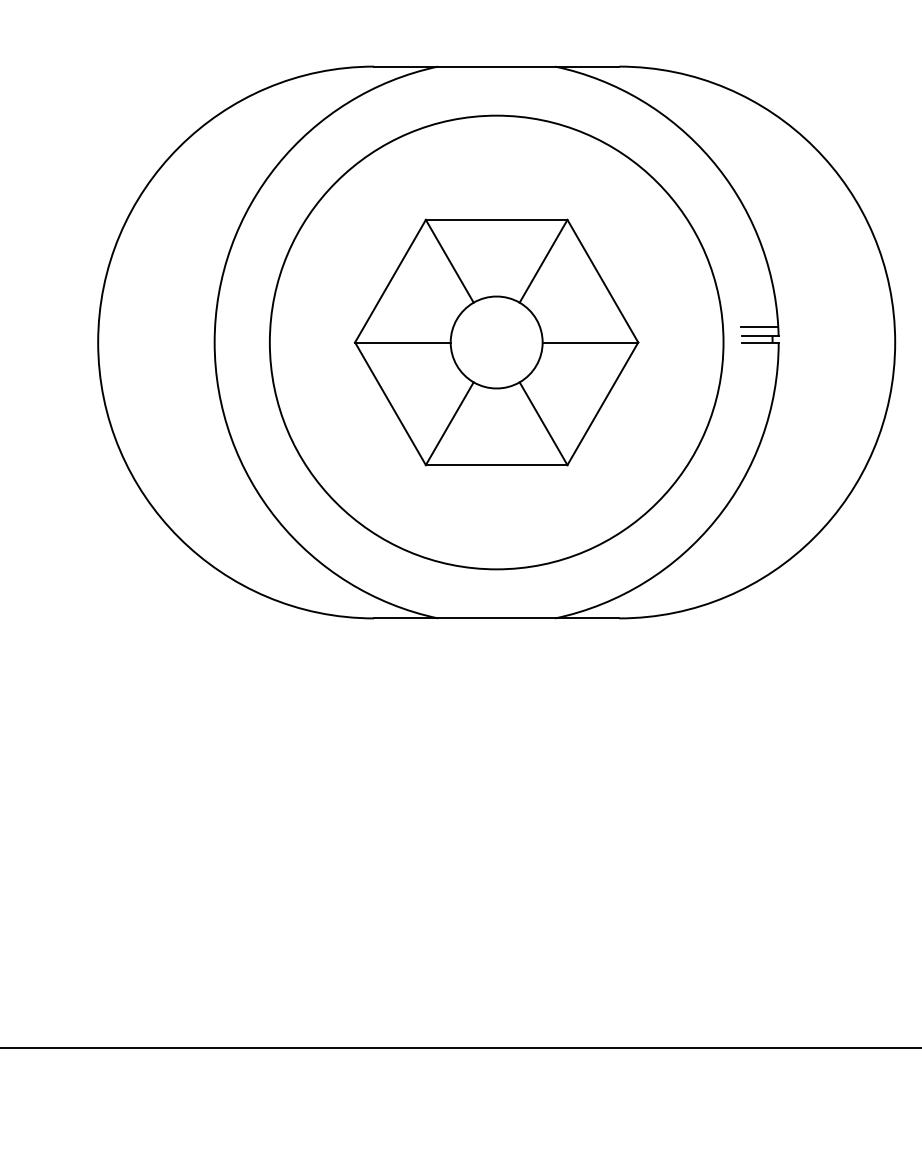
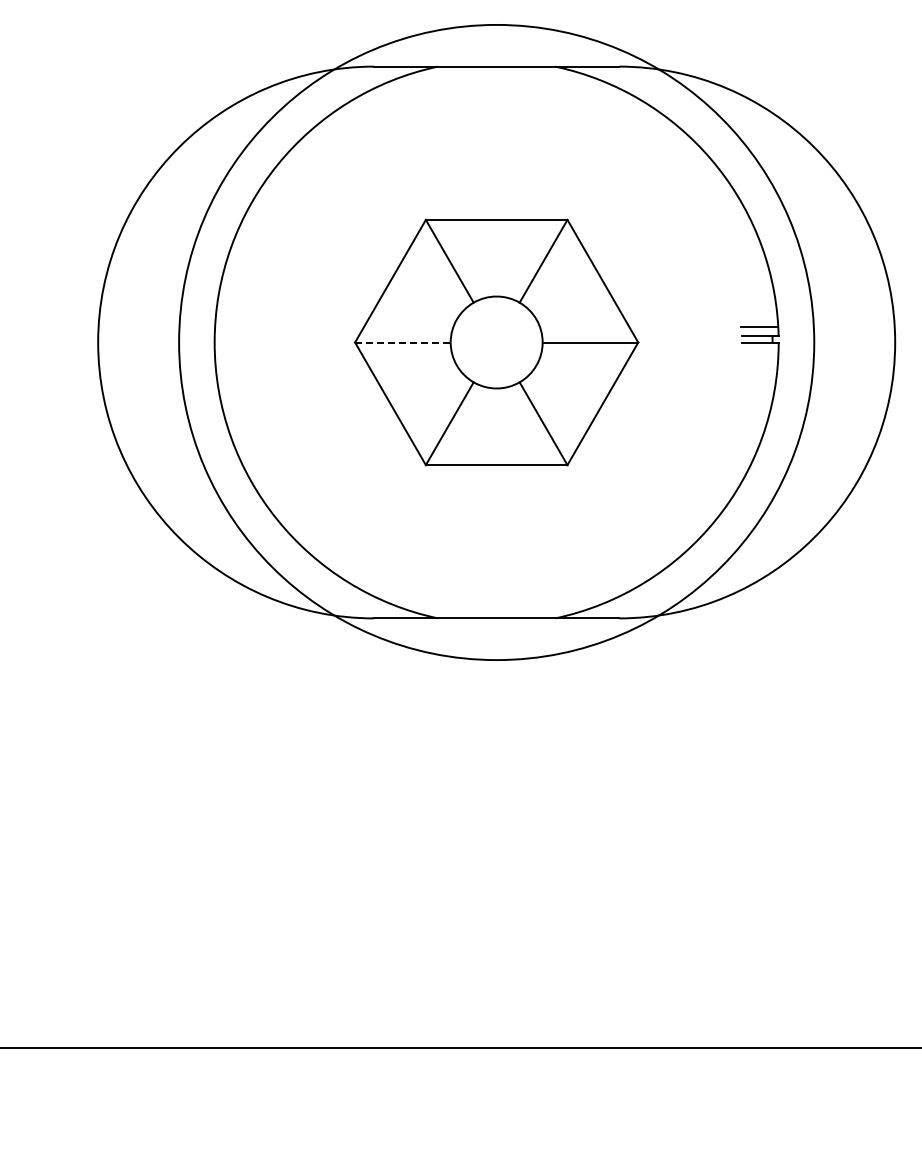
line at (402, 342): solid -> dashed
circle at (496, 342) diameter: 454 px -> 635 px
